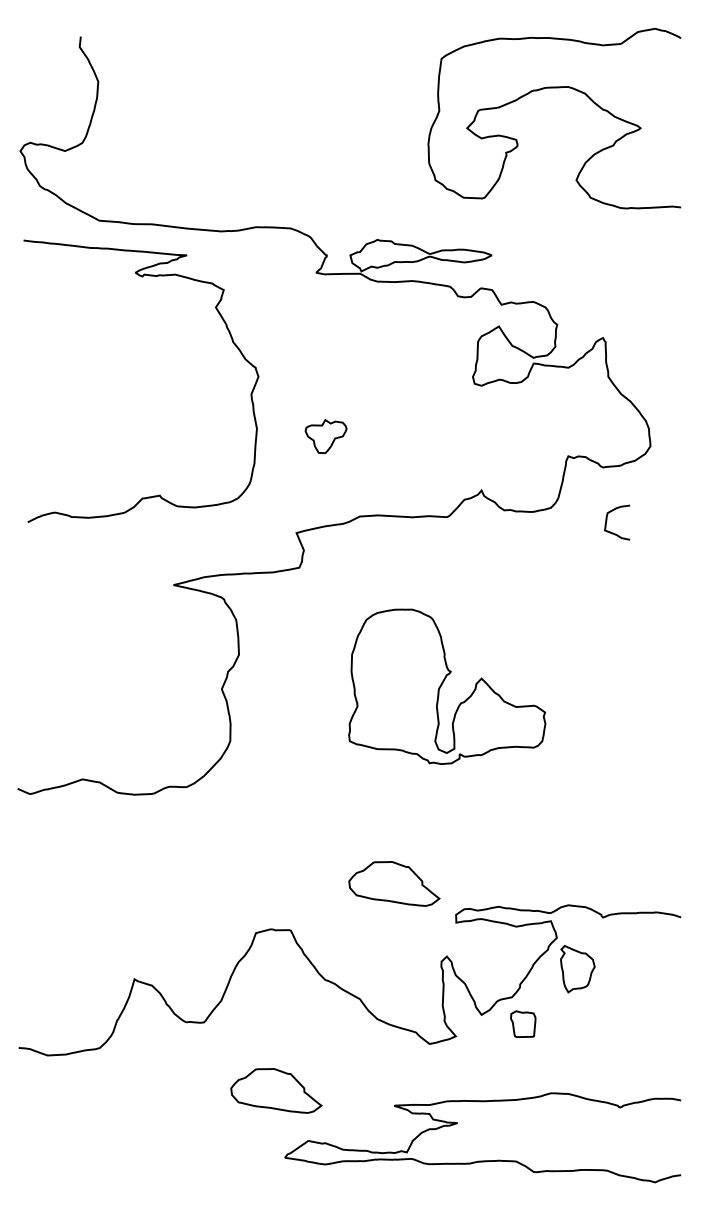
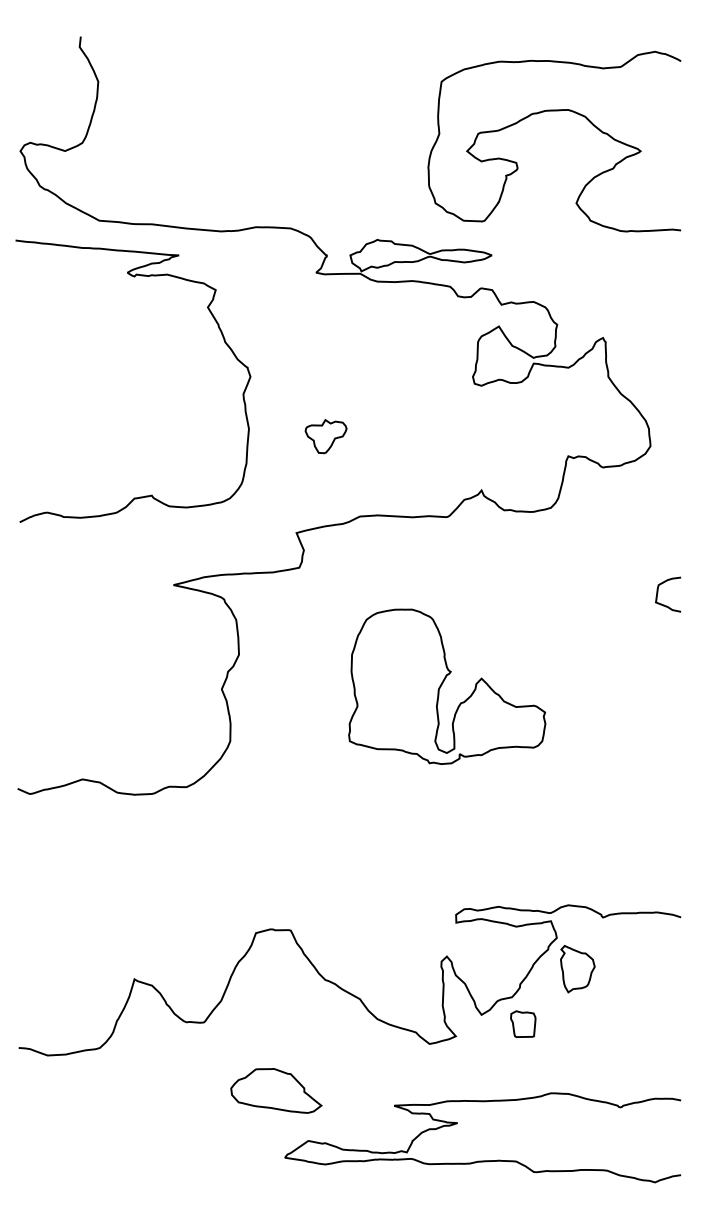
curve at (554, 88) position: (554, 88) -> (554, 111)
curve at (231, 340) position: (231, 340) -> (223, 340)
curve at (607, 521) position: (607, 521) -> (658, 593)
part at (394, 883): present -> none
